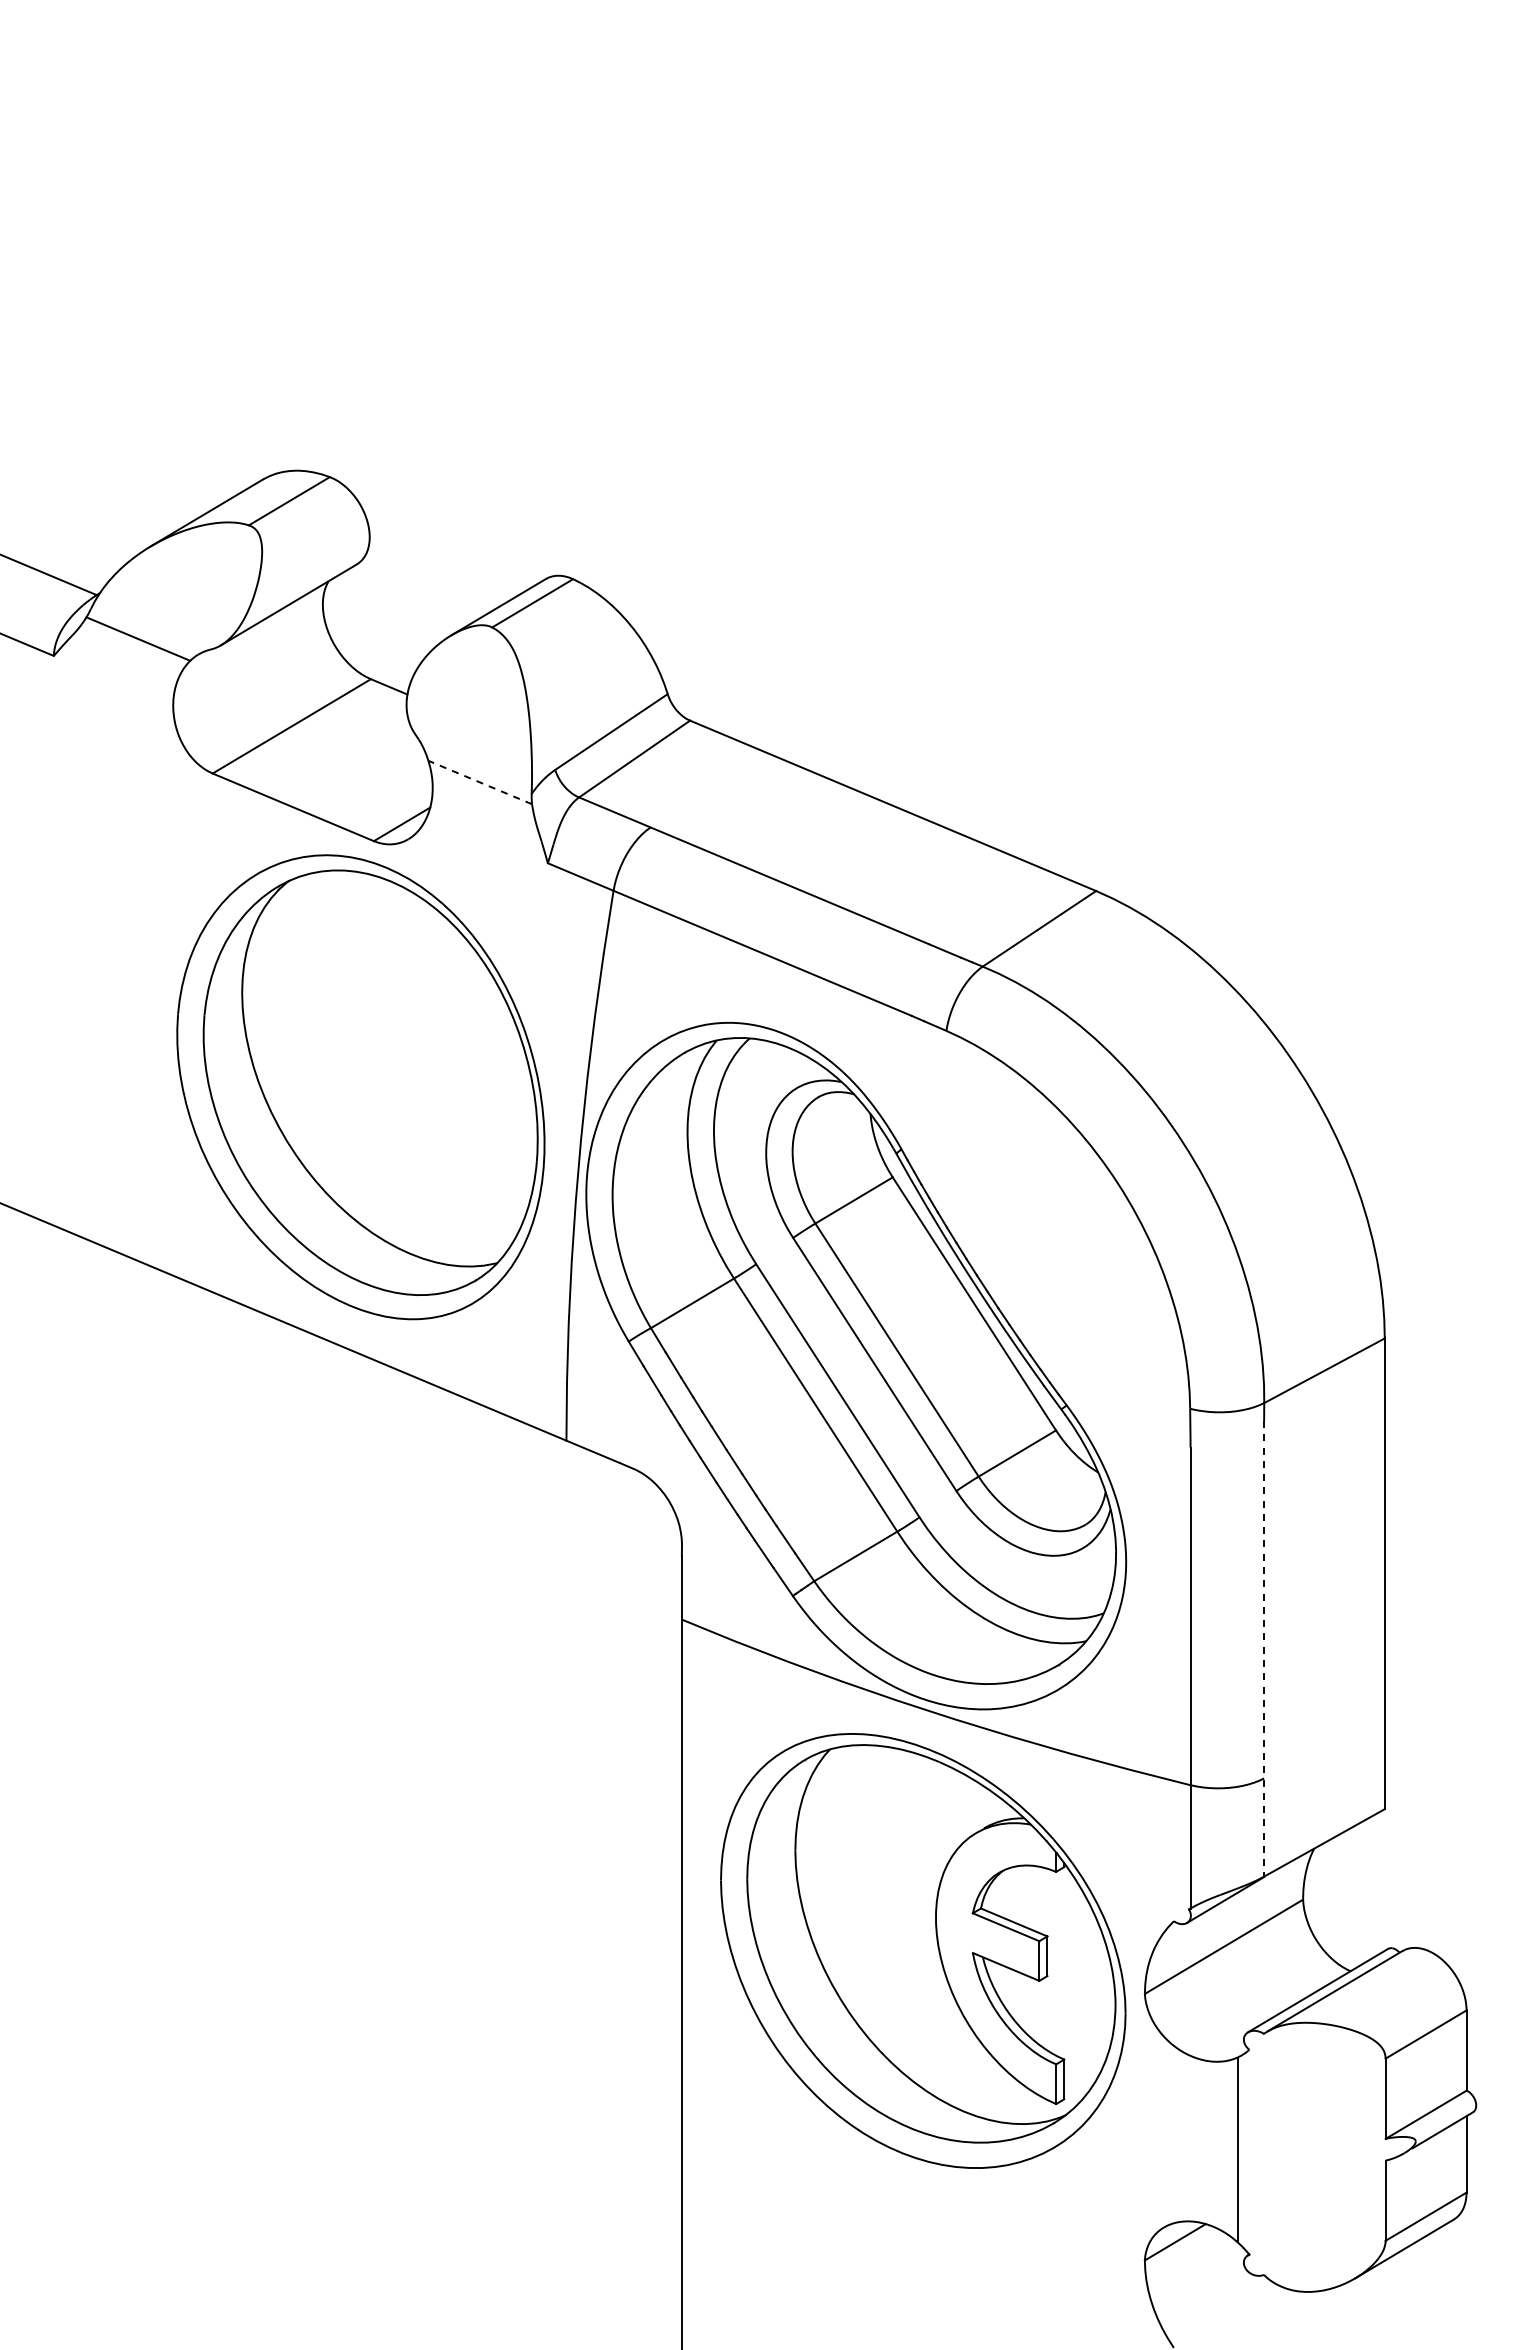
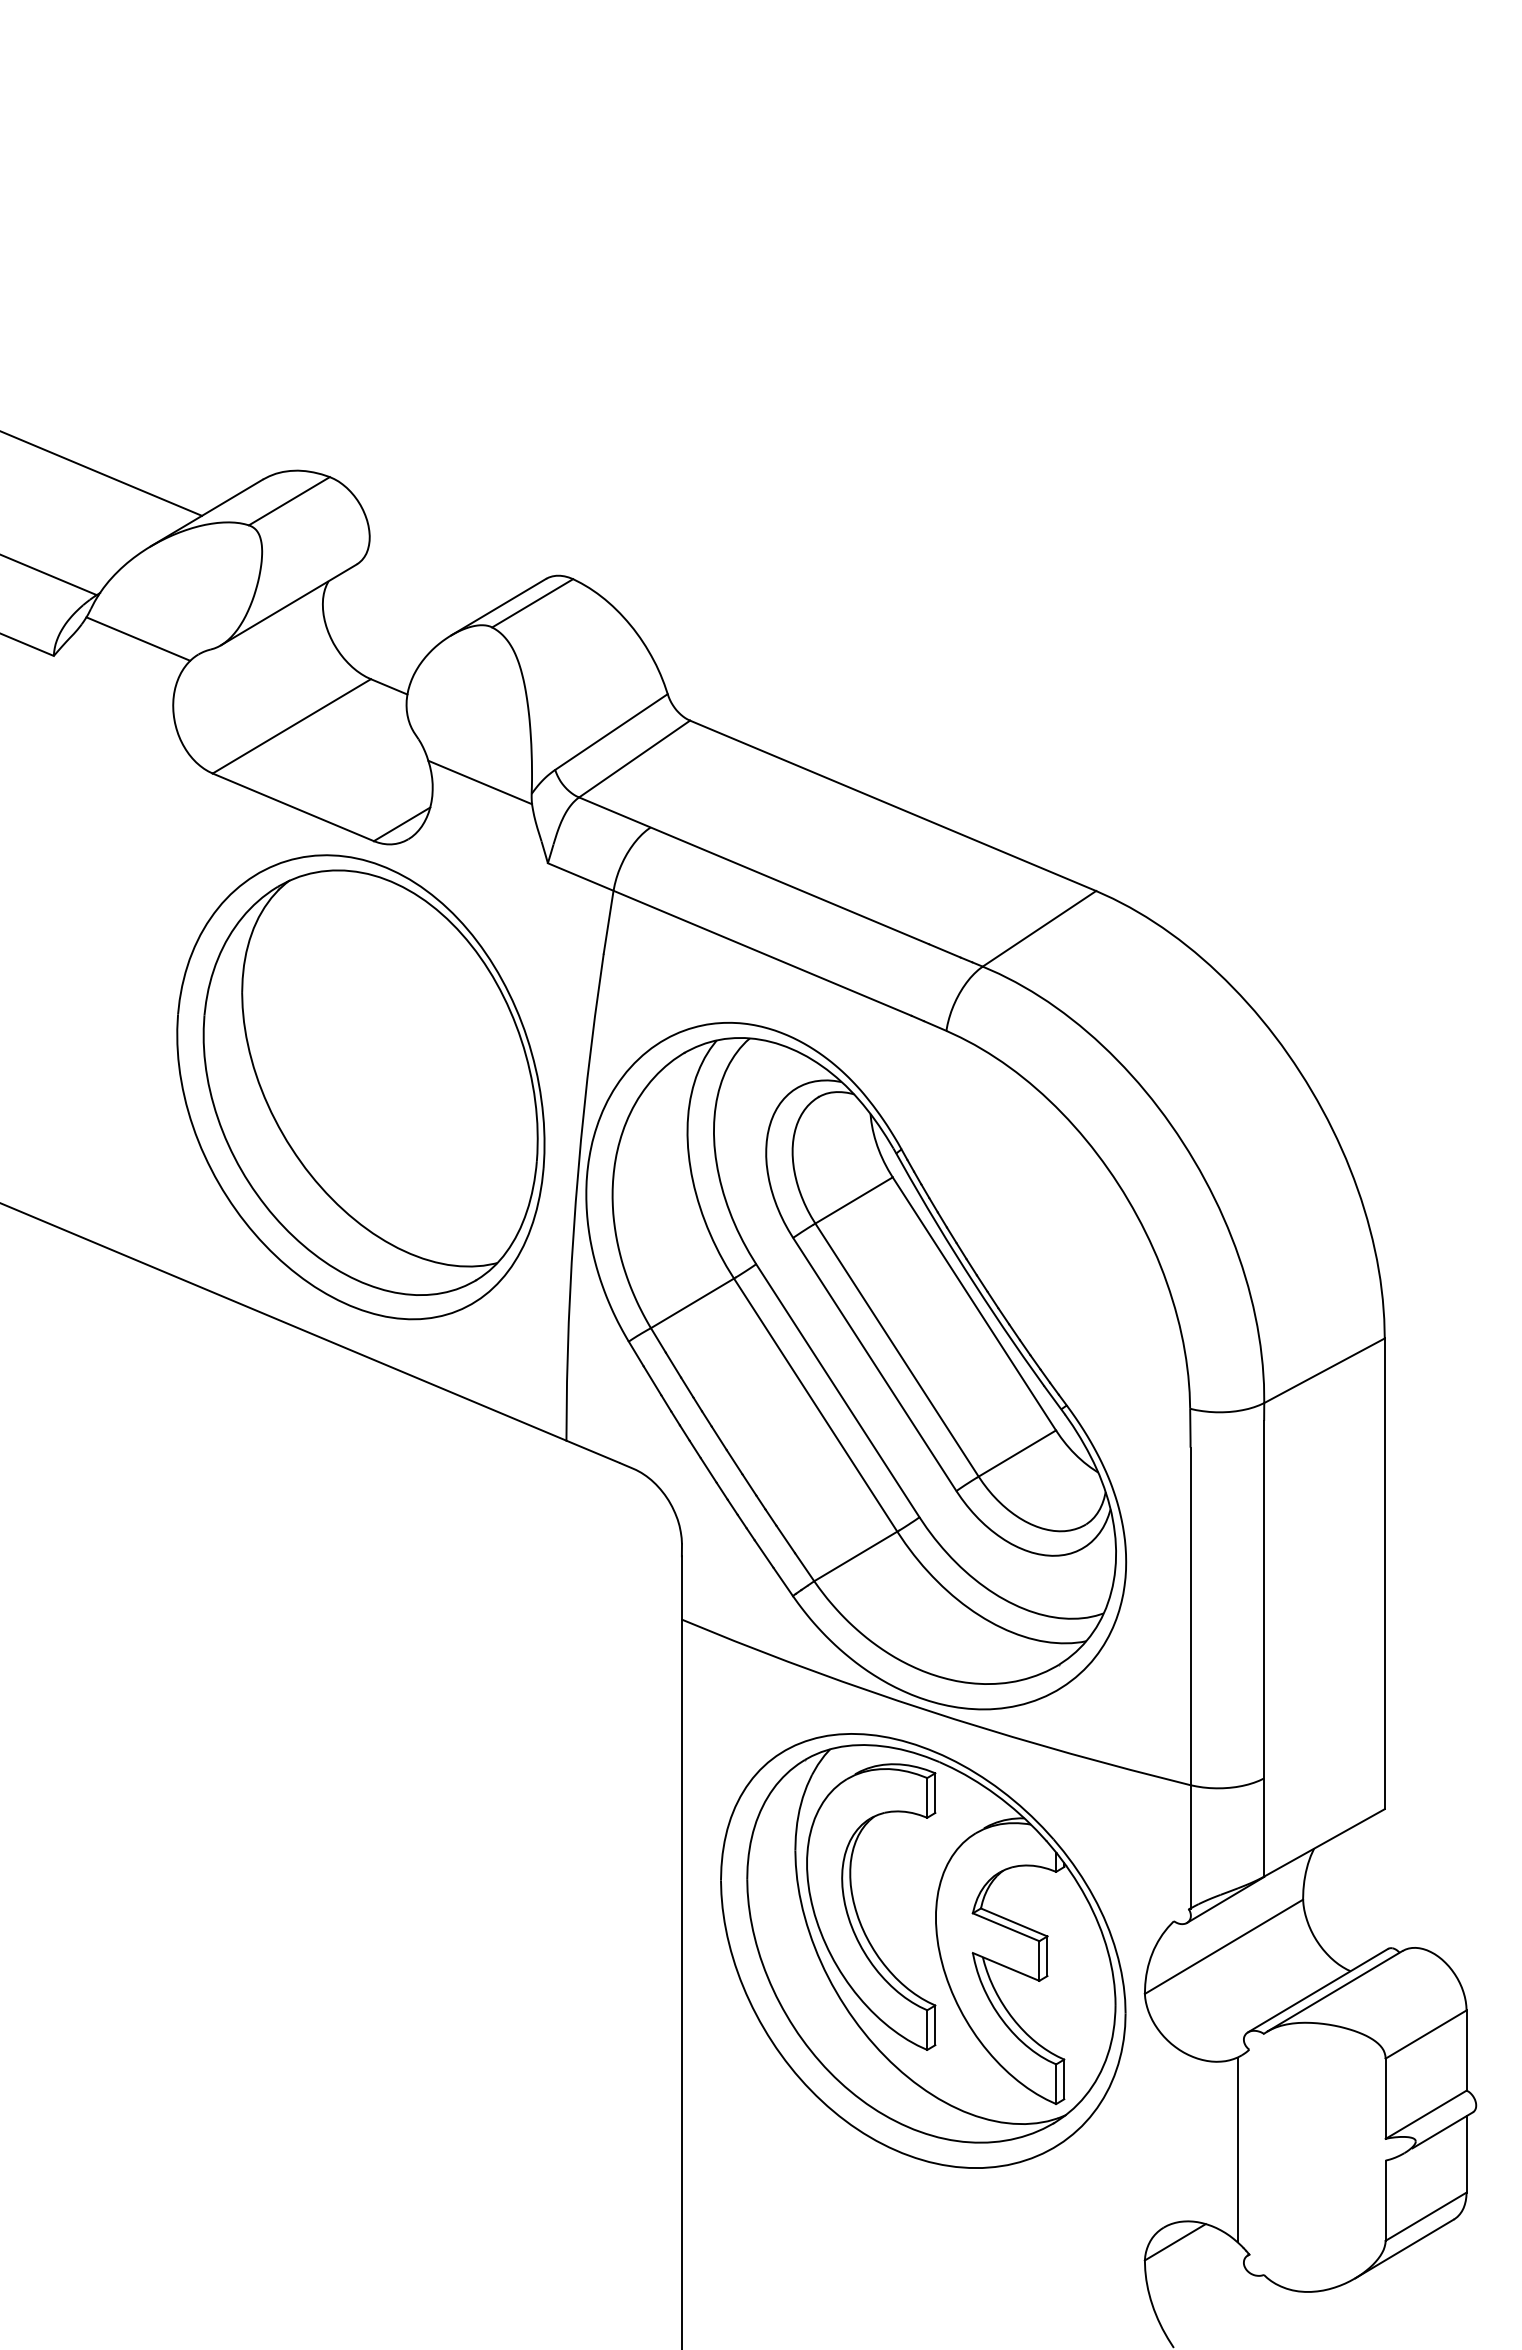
line at (102, 473): none -> present
line at (479, 782): dashed -> solid
line at (1264, 1648): dashed -> solid
part at (857, 1911): none -> present
